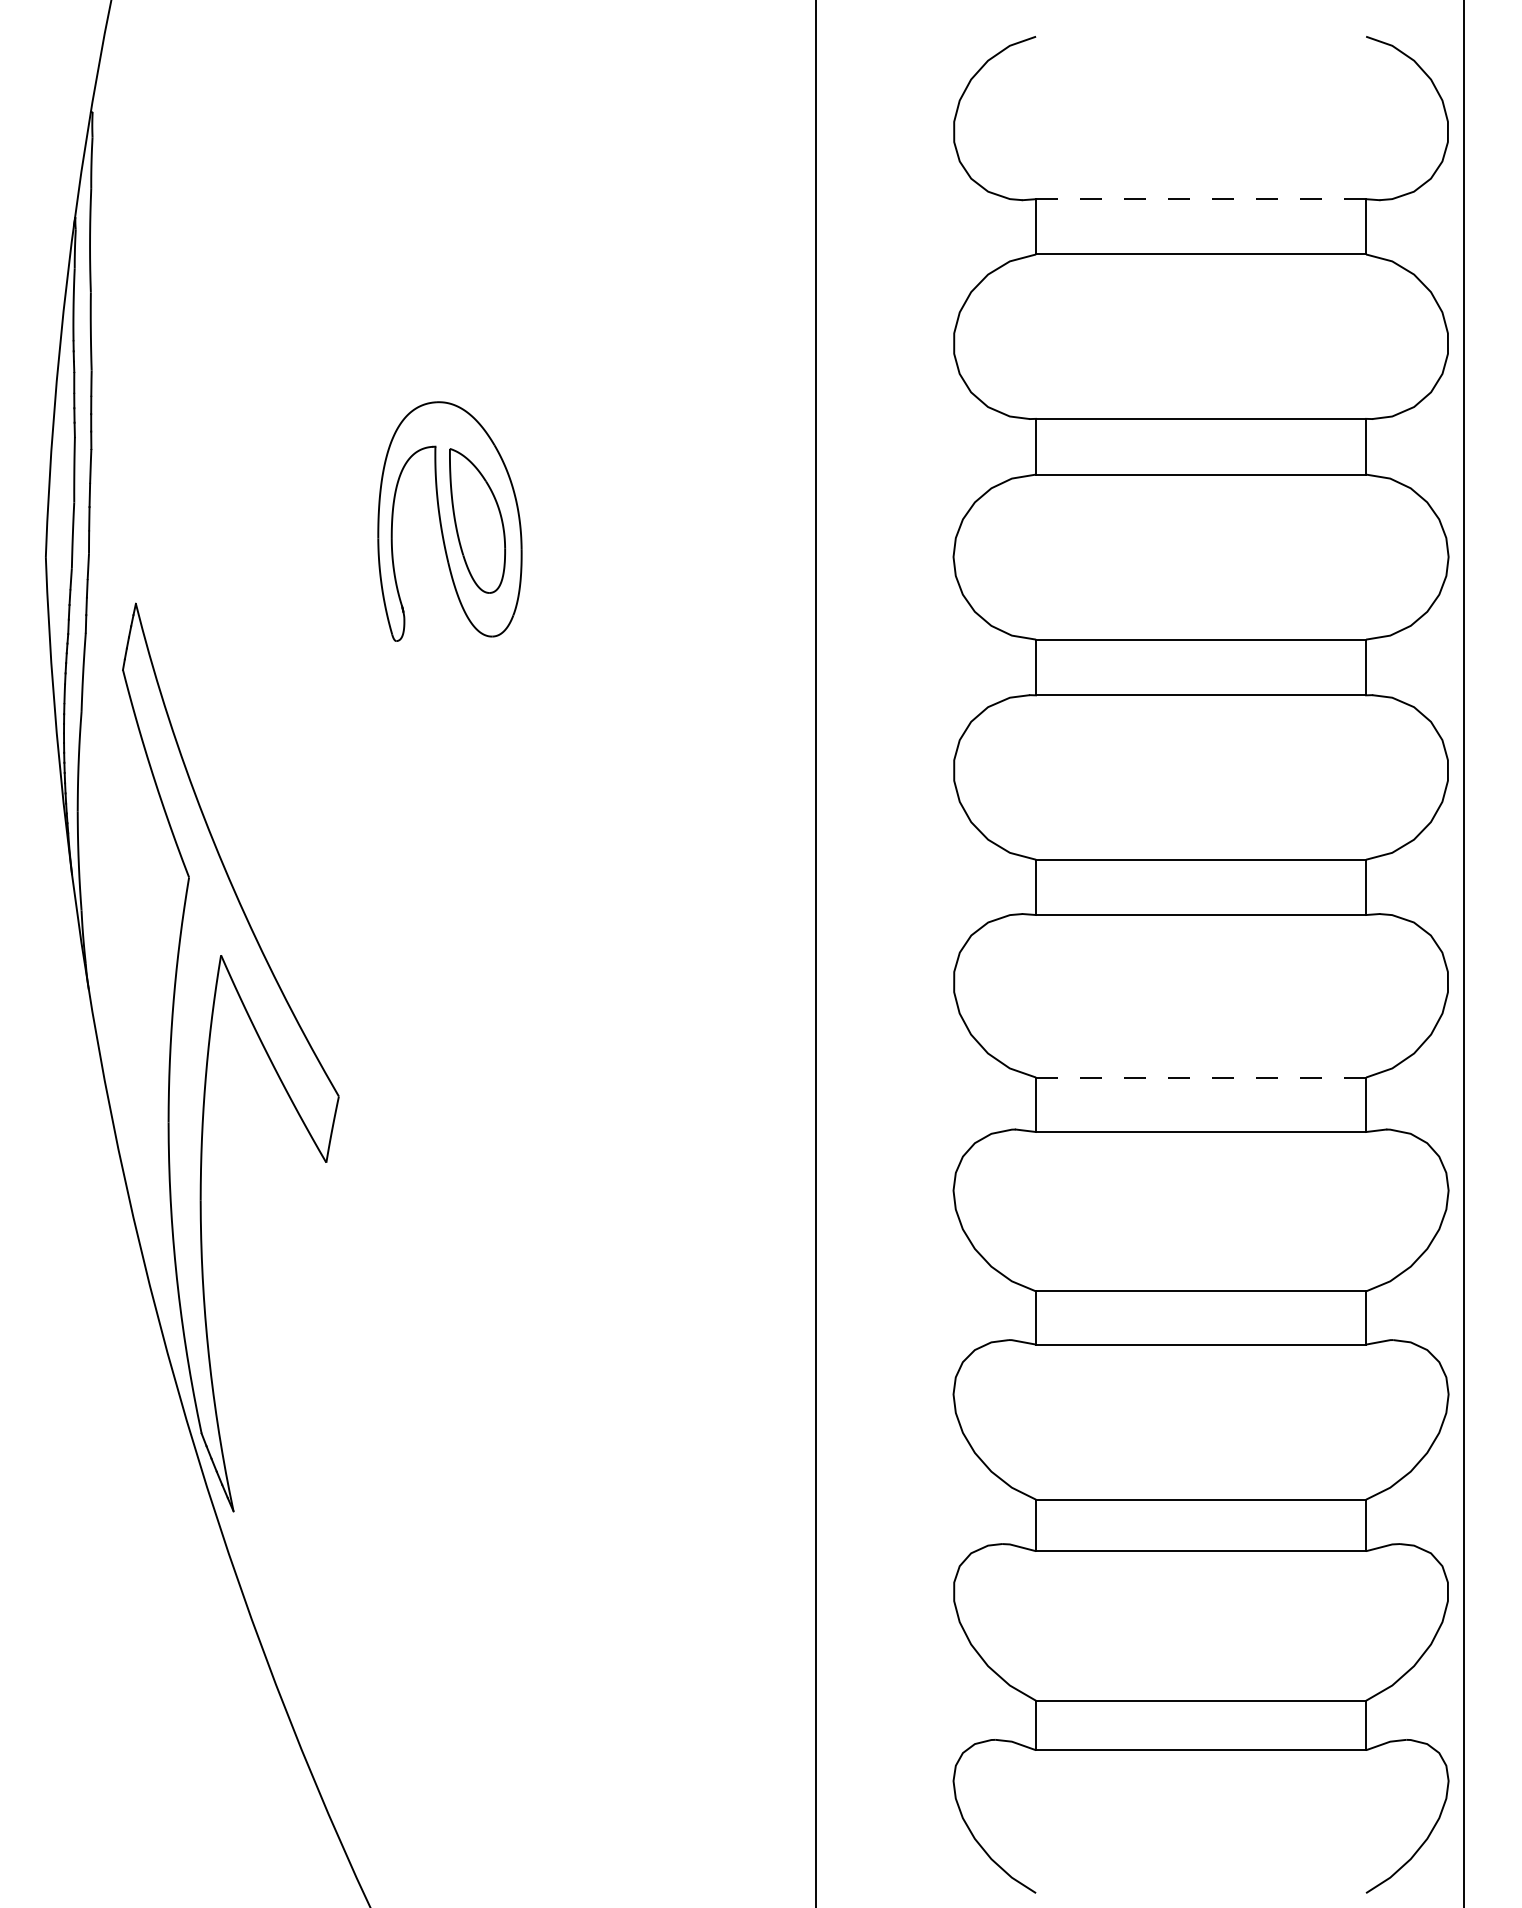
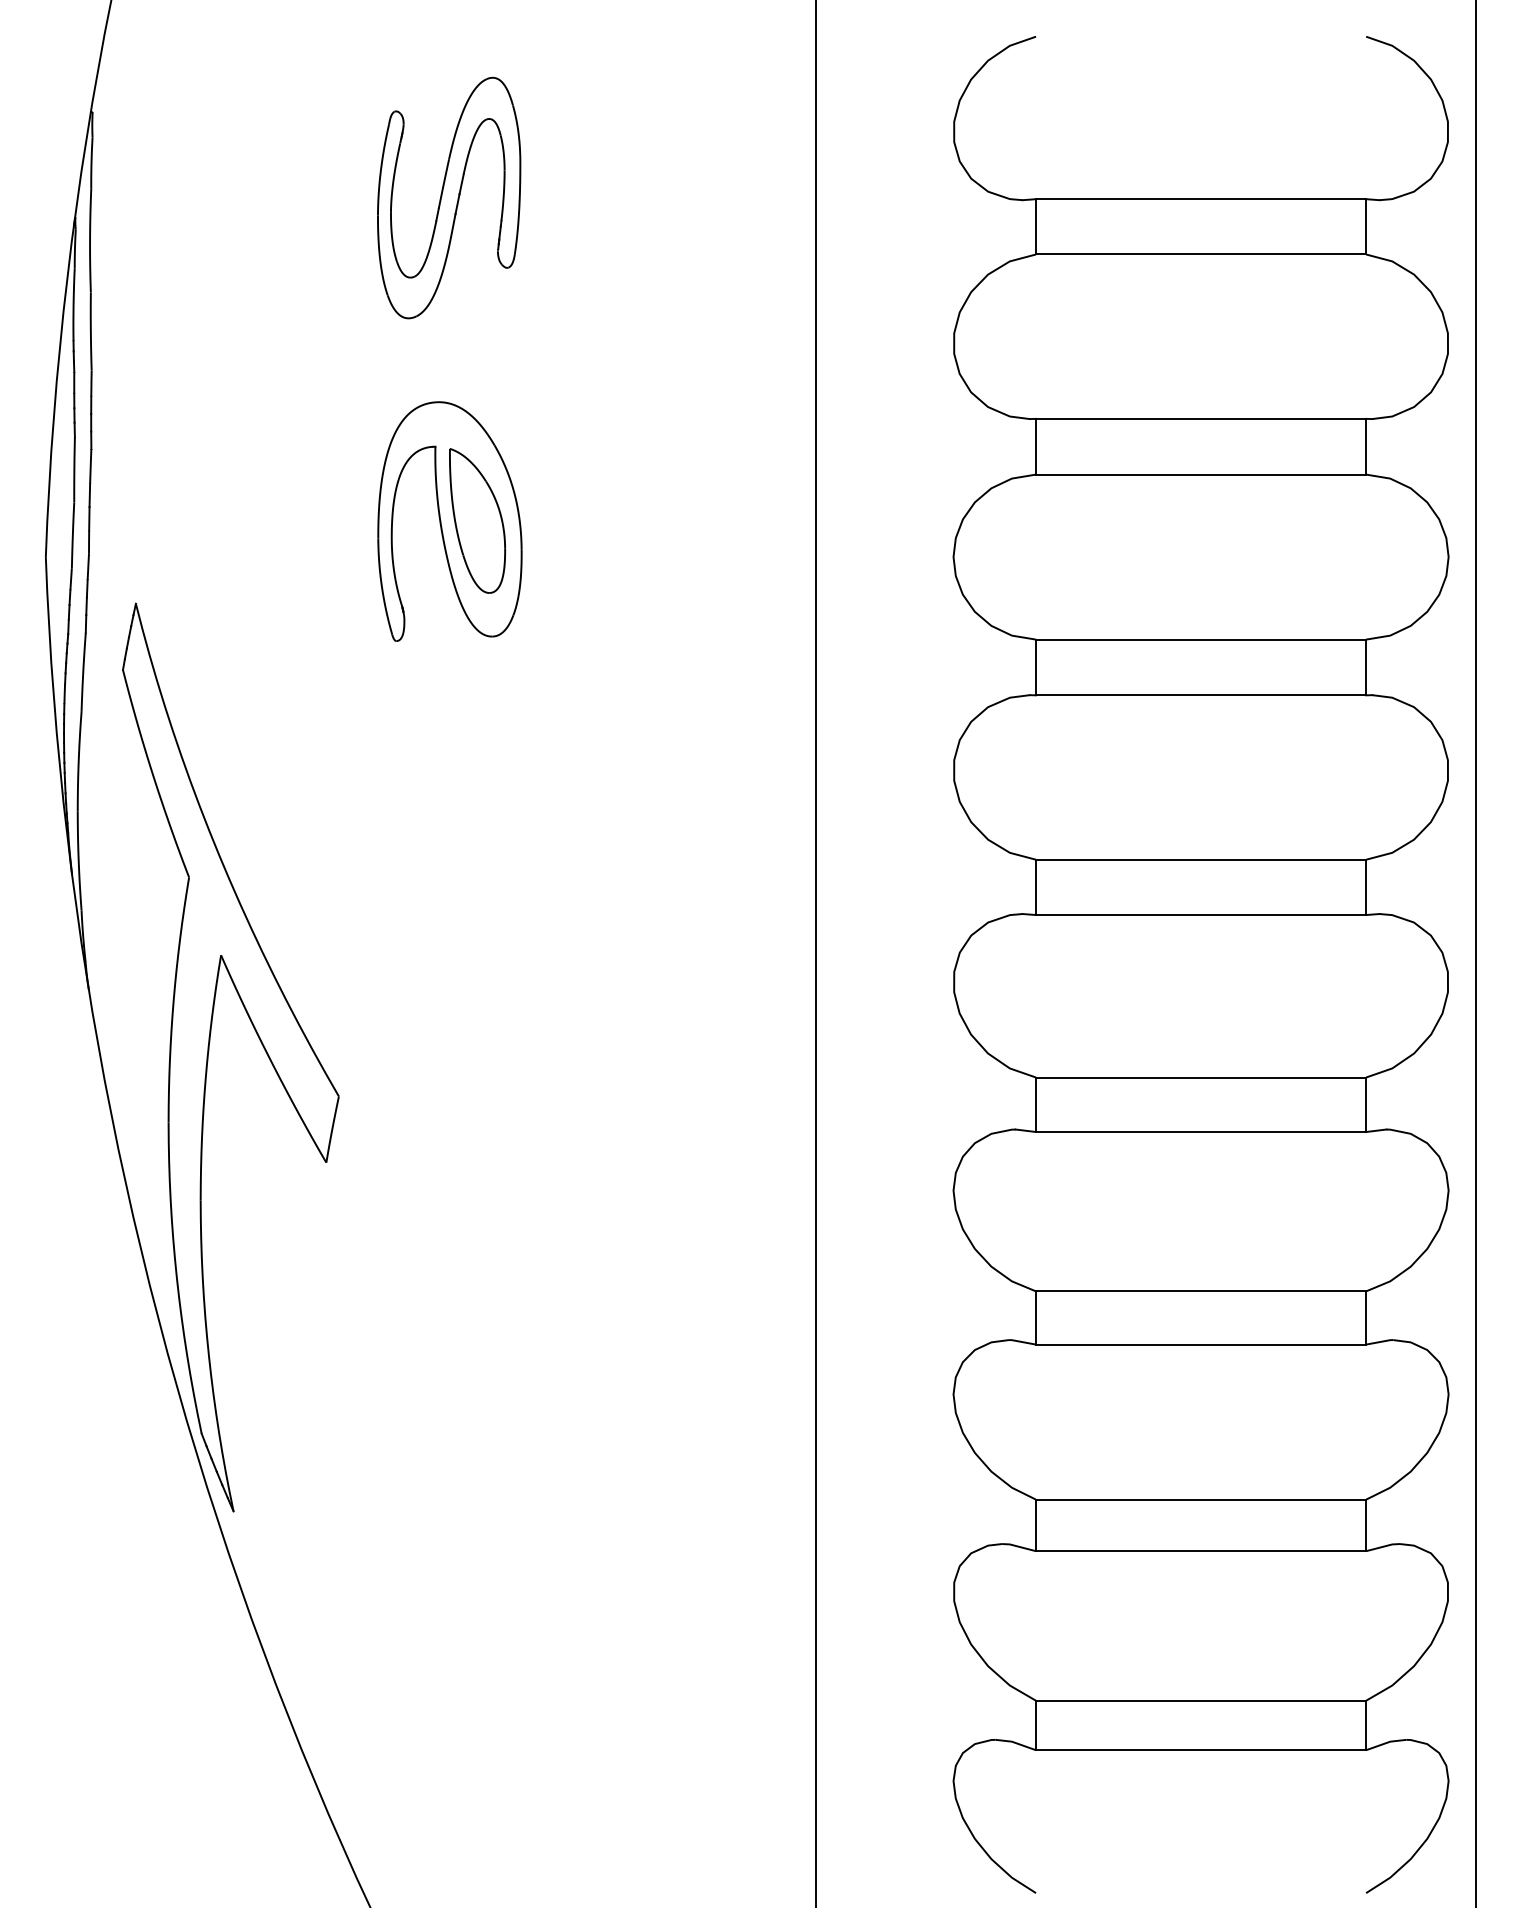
part at (449, 197): none -> present
line at (1200, 199): dashed -> solid
line at (1464, 953) position: (1464, 953) -> (1476, 953)
line at (1200, 1077): dashed -> solid
